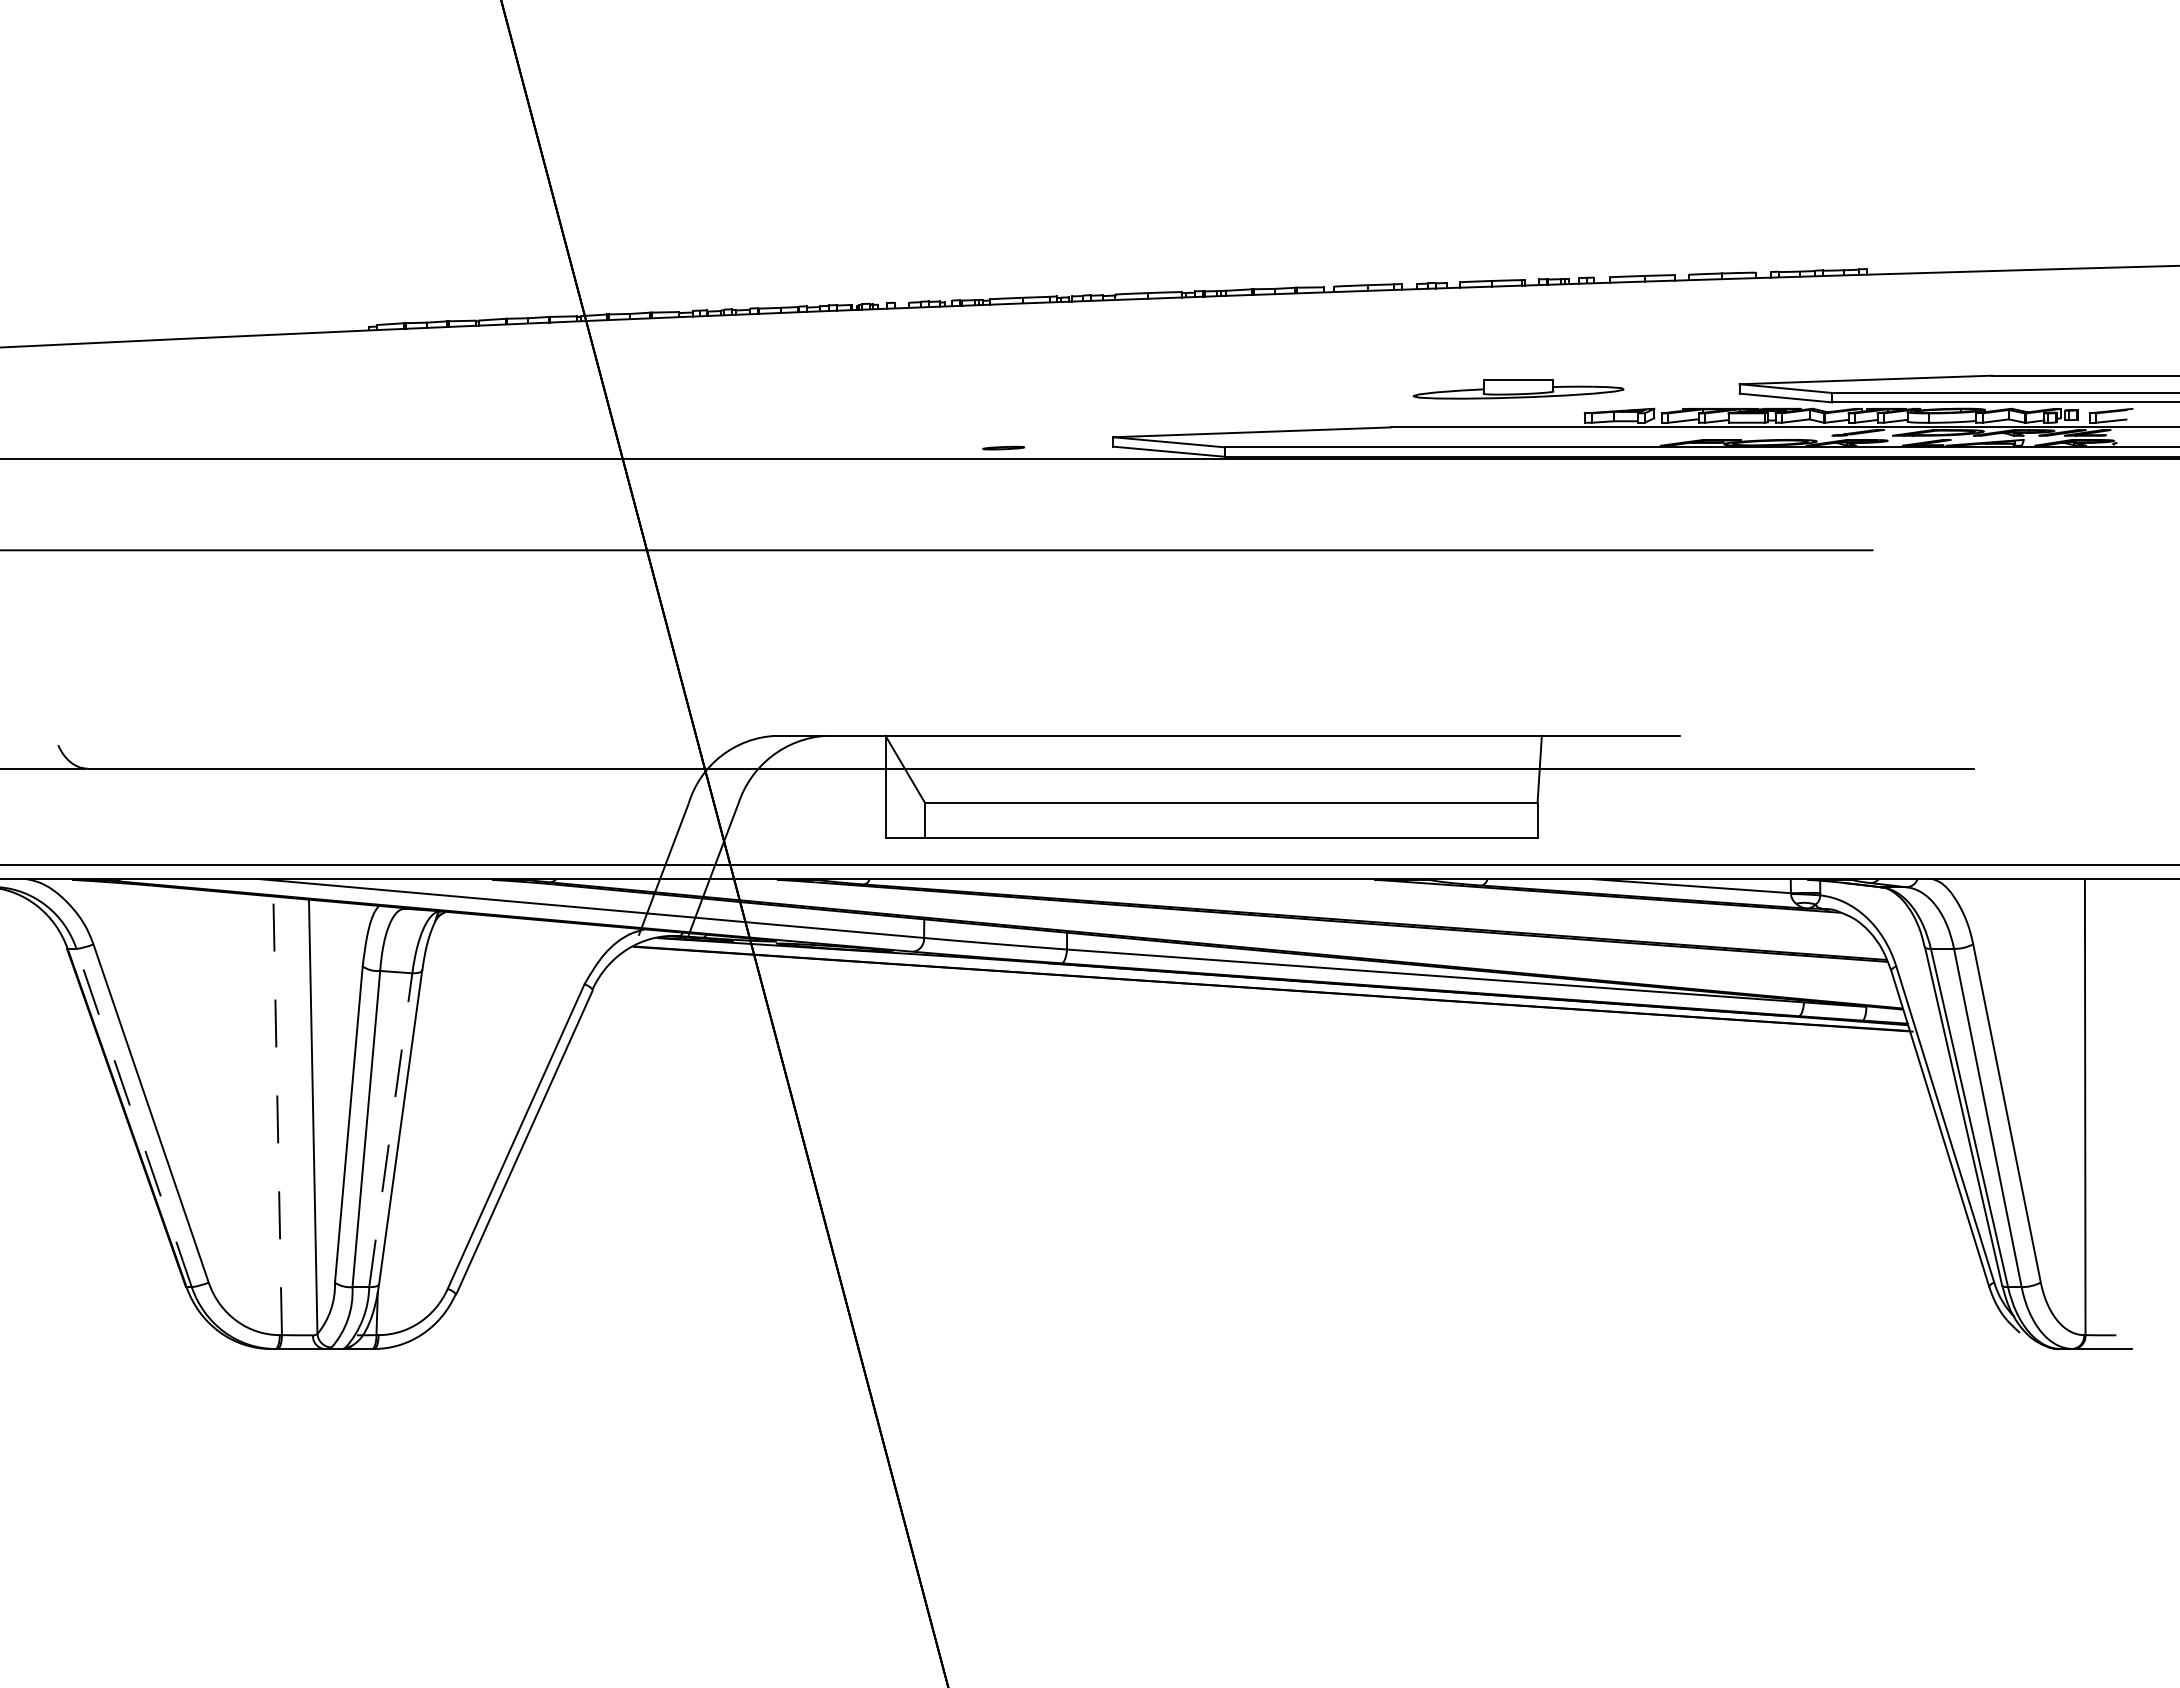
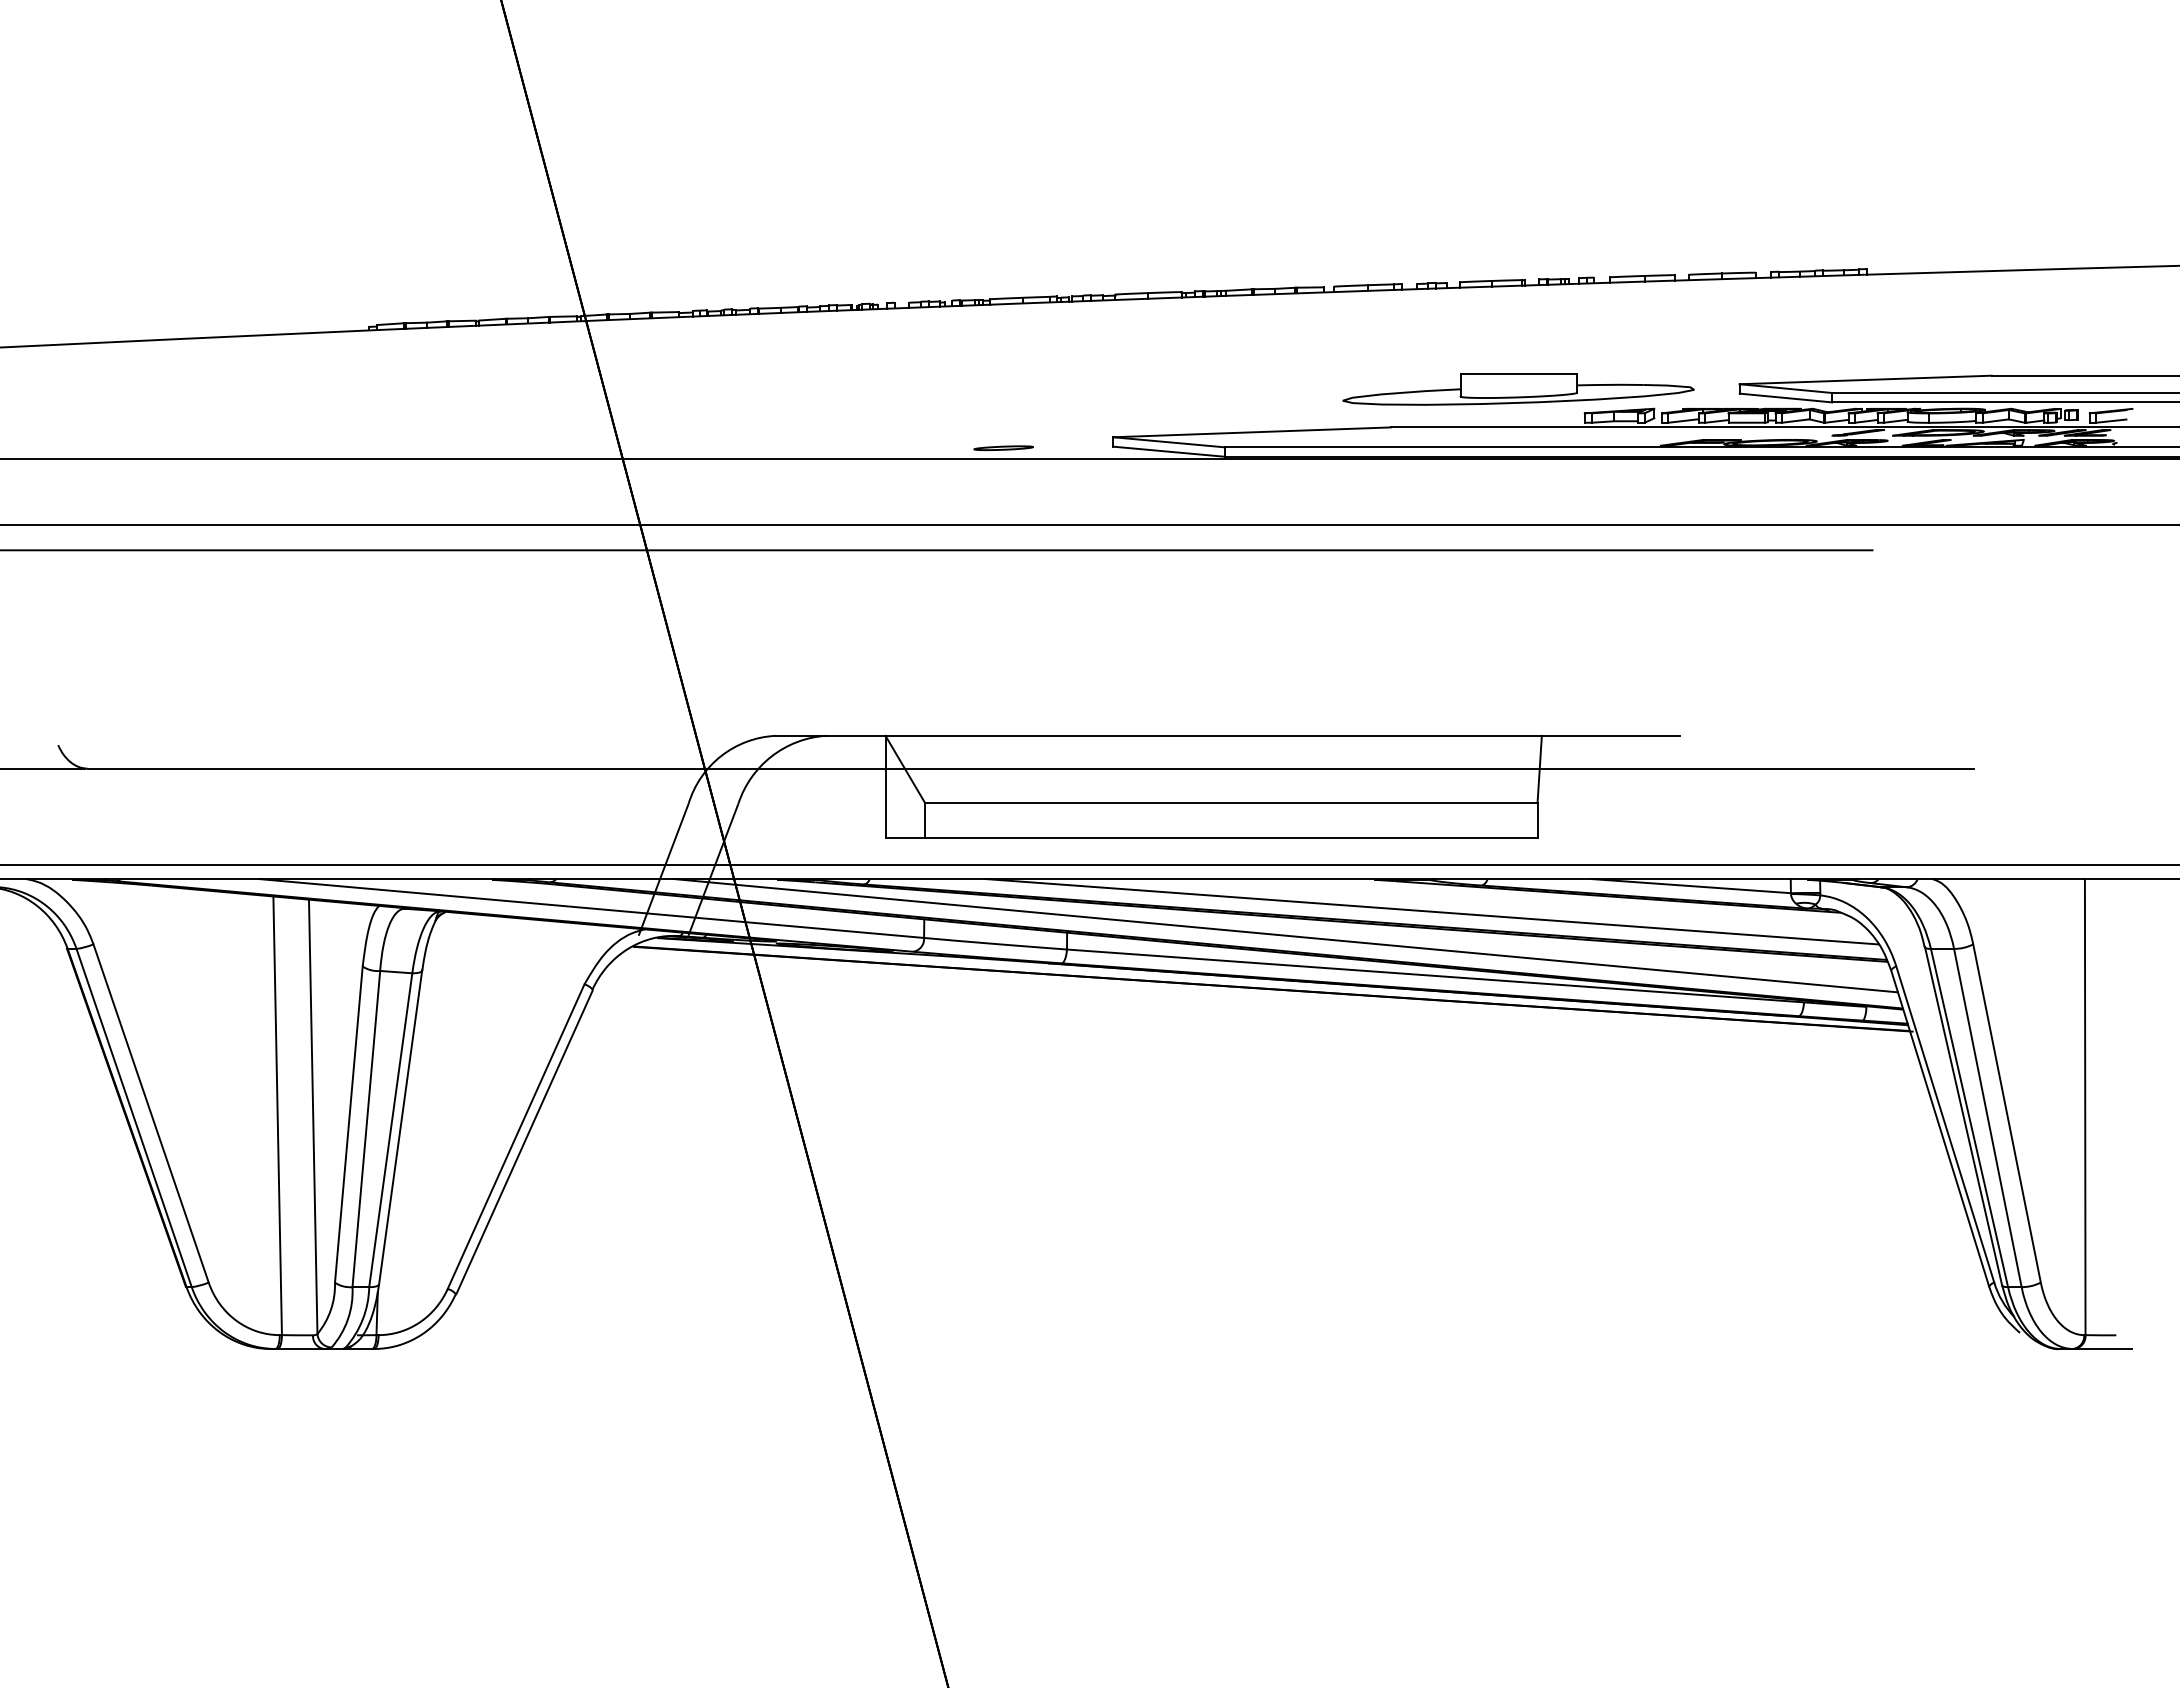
part at (1518, 389) size: 213x21 px -> 353x33 px
part at (1003, 447) size: 43x6 px -> 61x6 px
line at (1089, 525): none -> present
line at (1431, 911): none -> present
line at (1285, 935): none -> present
line at (277, 1115): dashed -> solid
line at (134, 1118): dashed -> solid
line at (390, 1129): dashed -> solid
